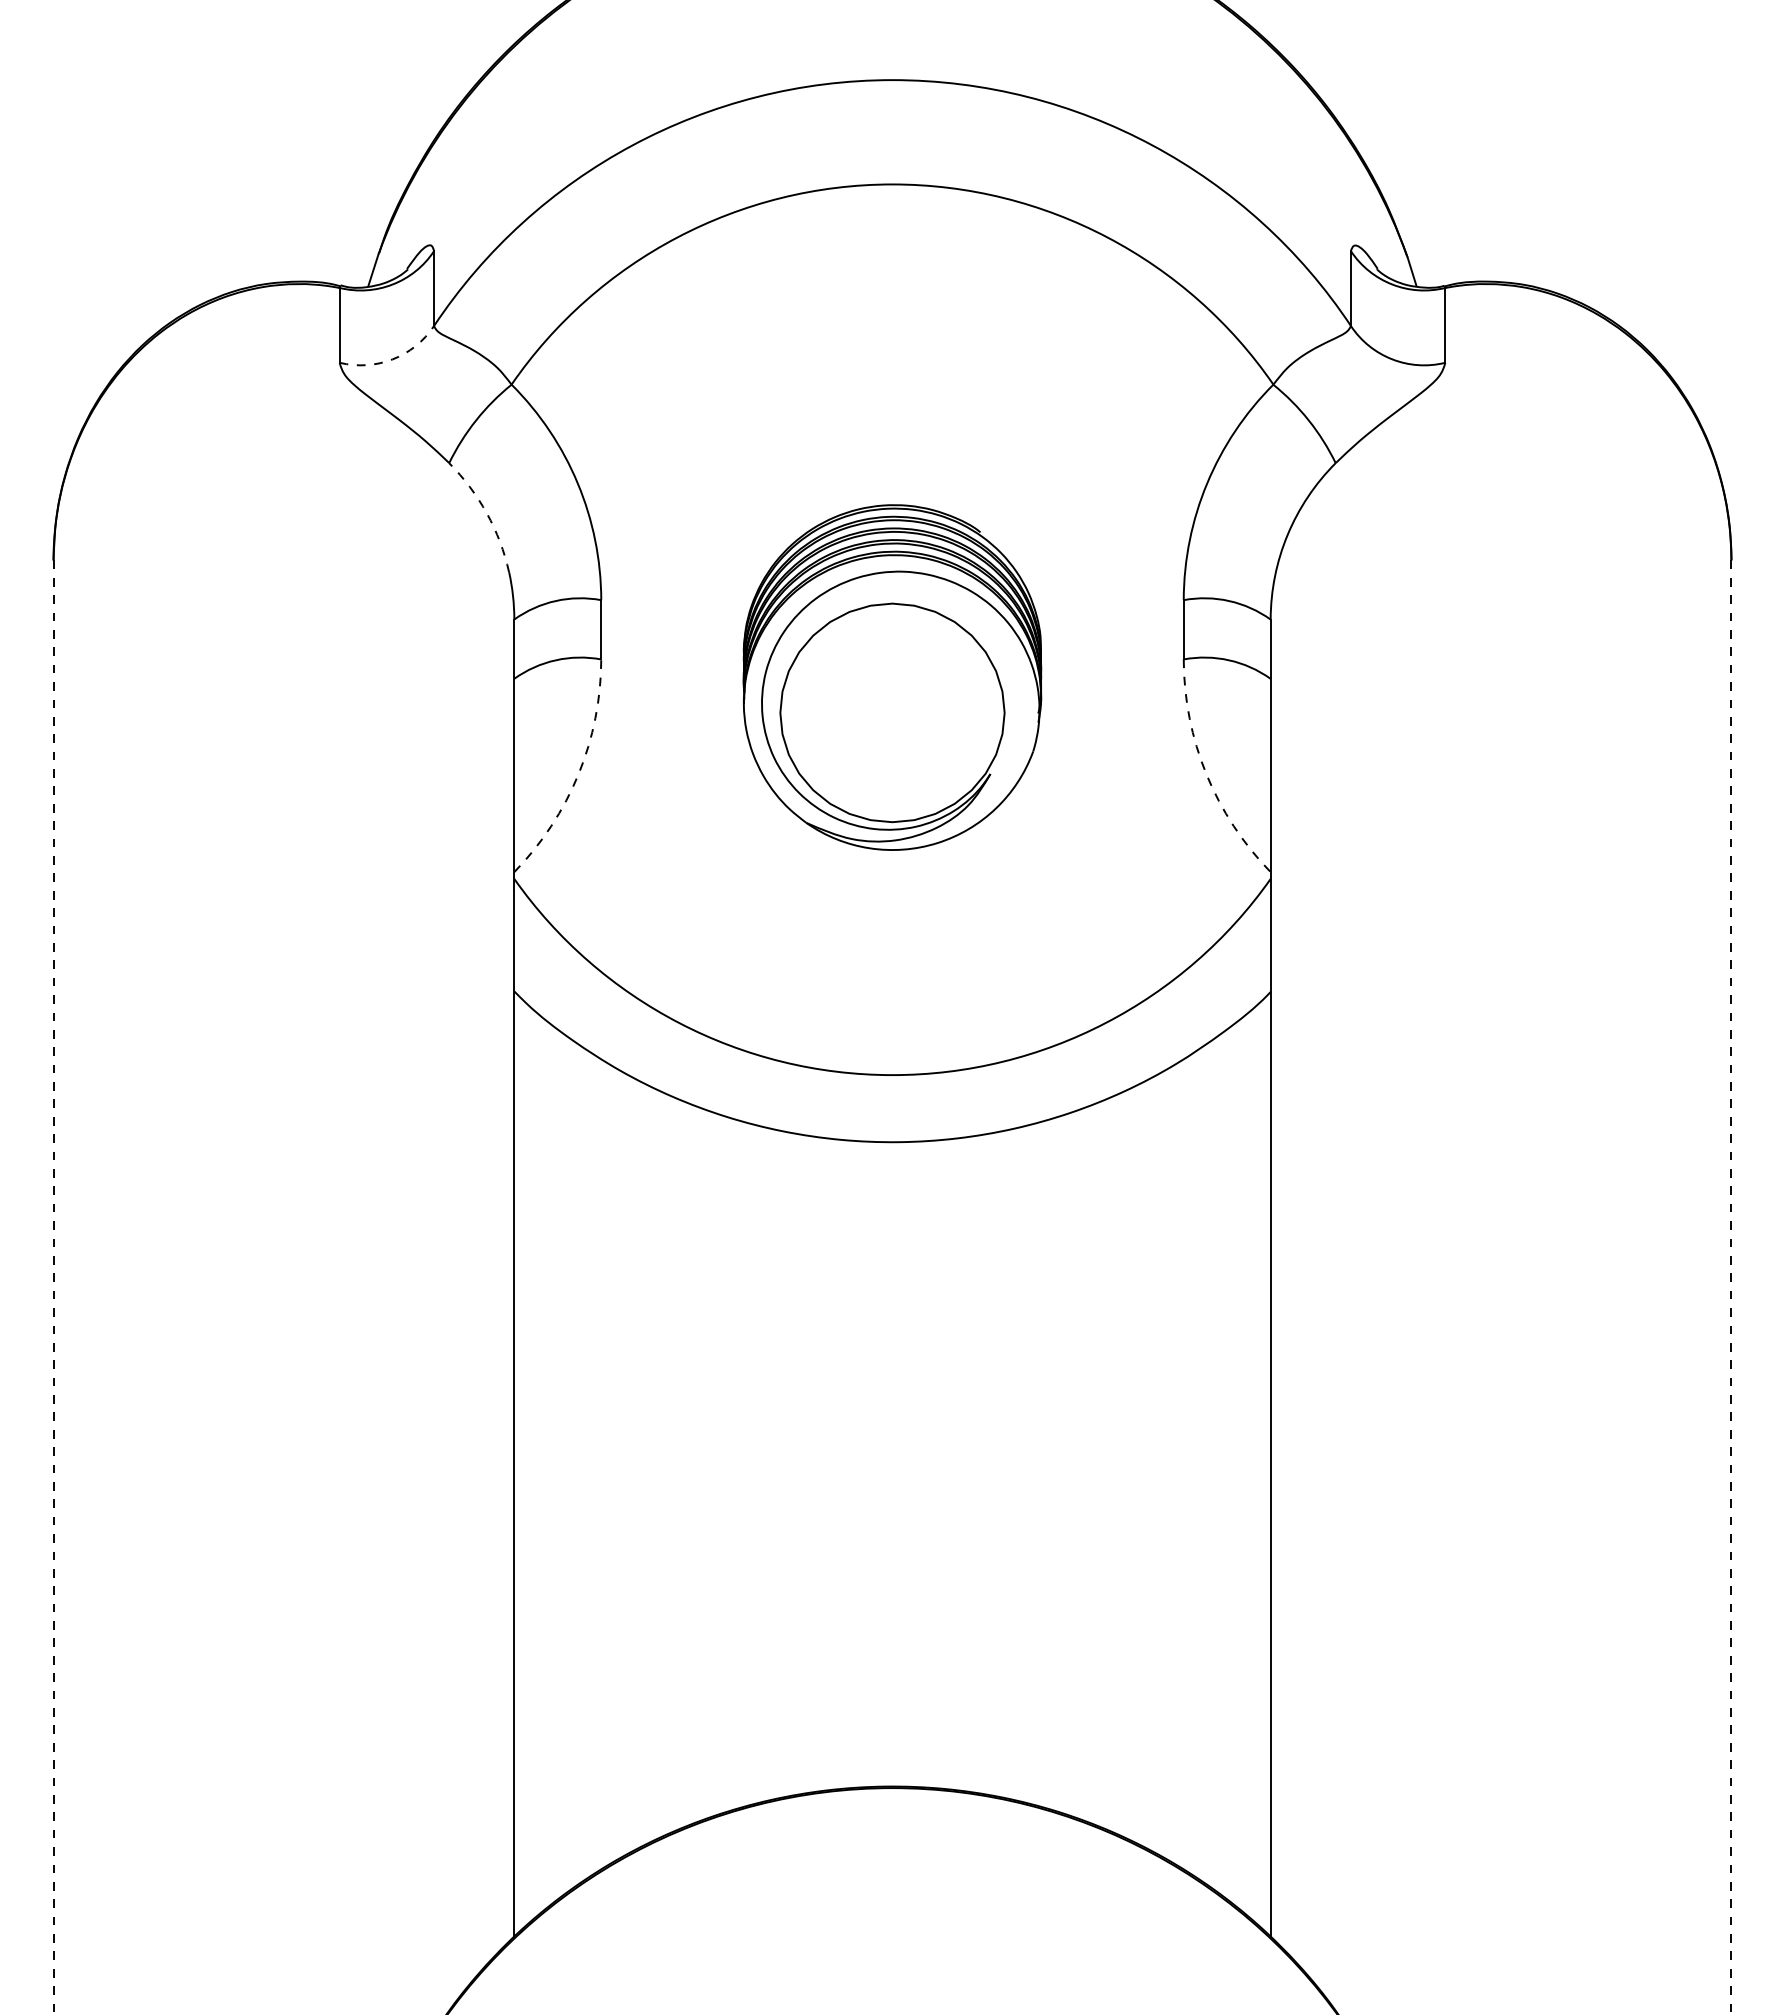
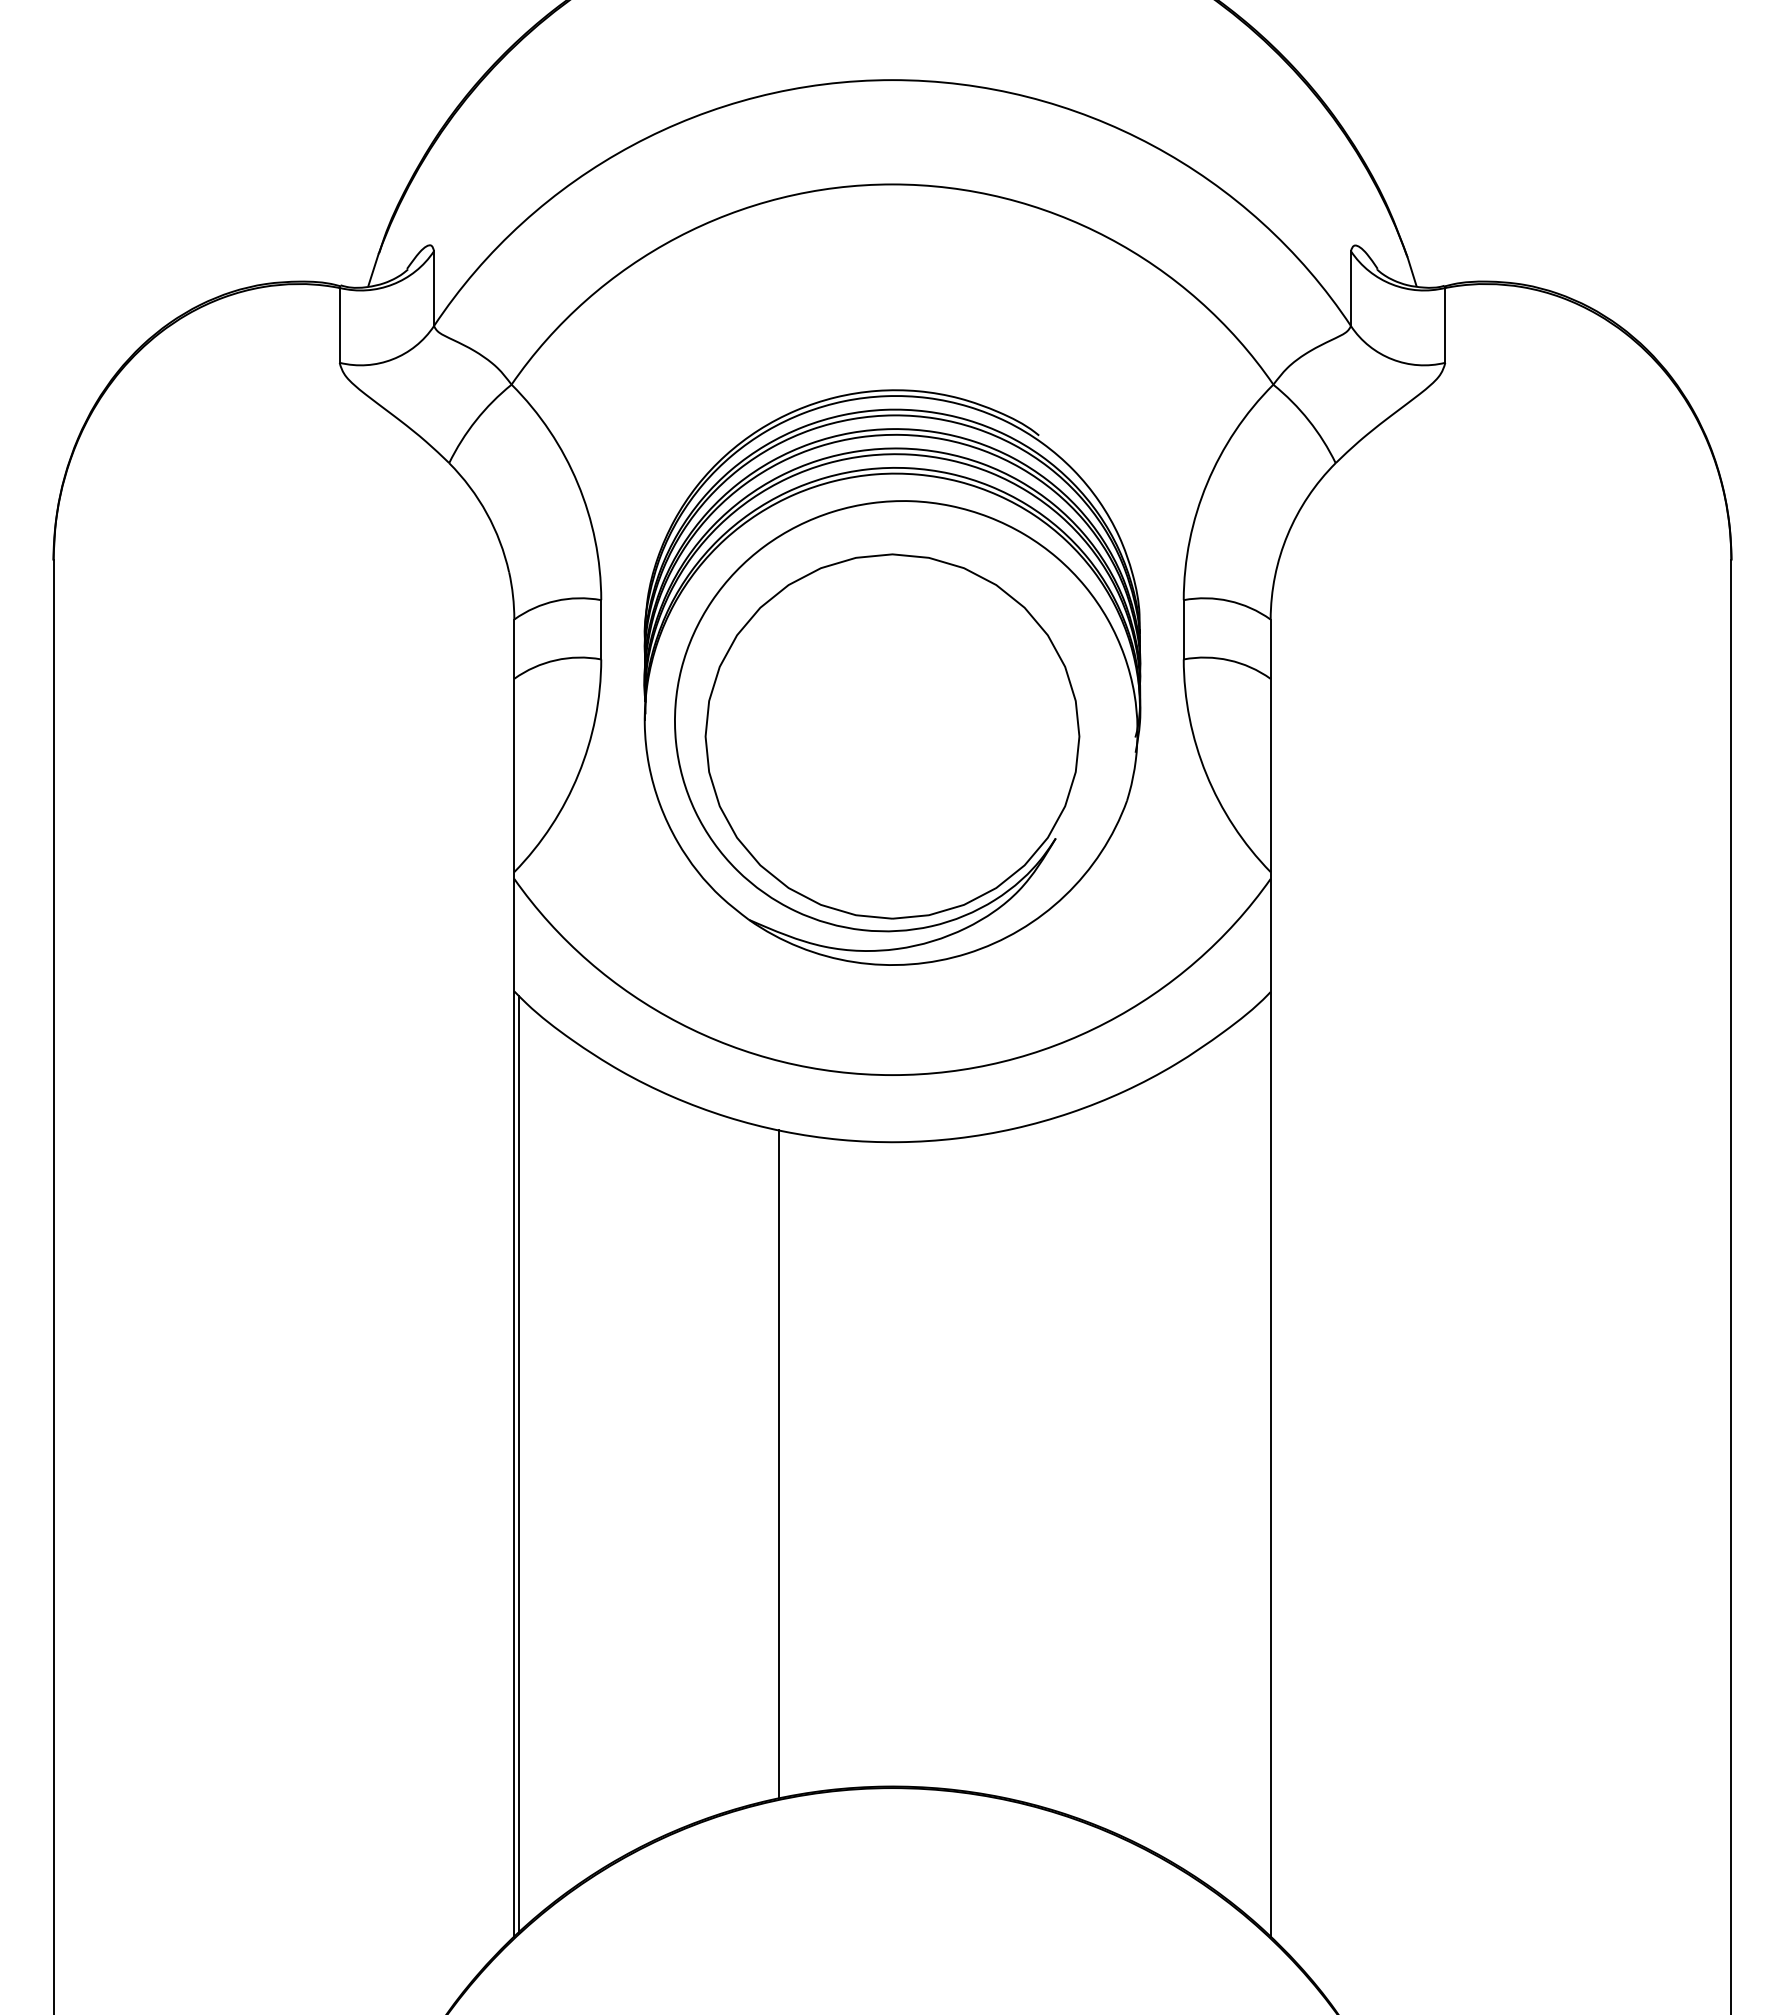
arc at (392, 359): dashed -> solid
arc at (486, 513): dashed -> solid
part at (892, 677) size: 301x347 px -> 499x577 px
arc at (578, 774): dashed -> solid
arc at (1206, 774): dashed -> solid
line at (53, 1287): dashed -> solid
line at (1731, 1287): dashed -> solid
line at (518, 1463): none -> present
line at (779, 1464): none -> present
